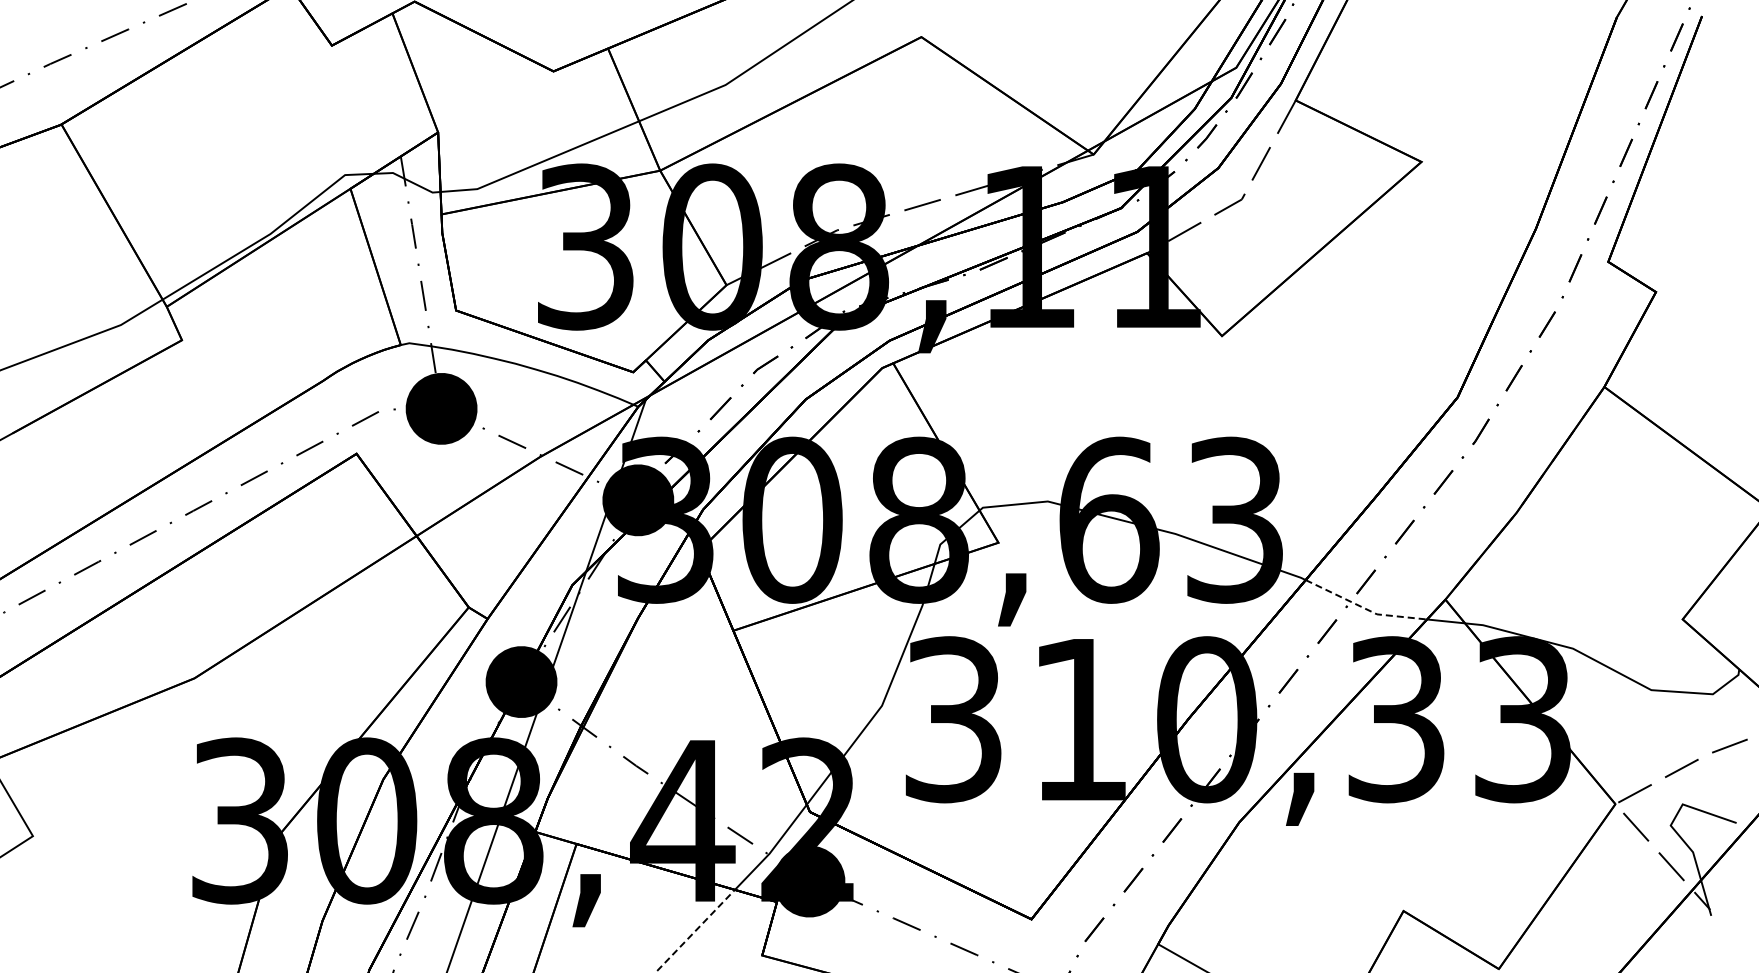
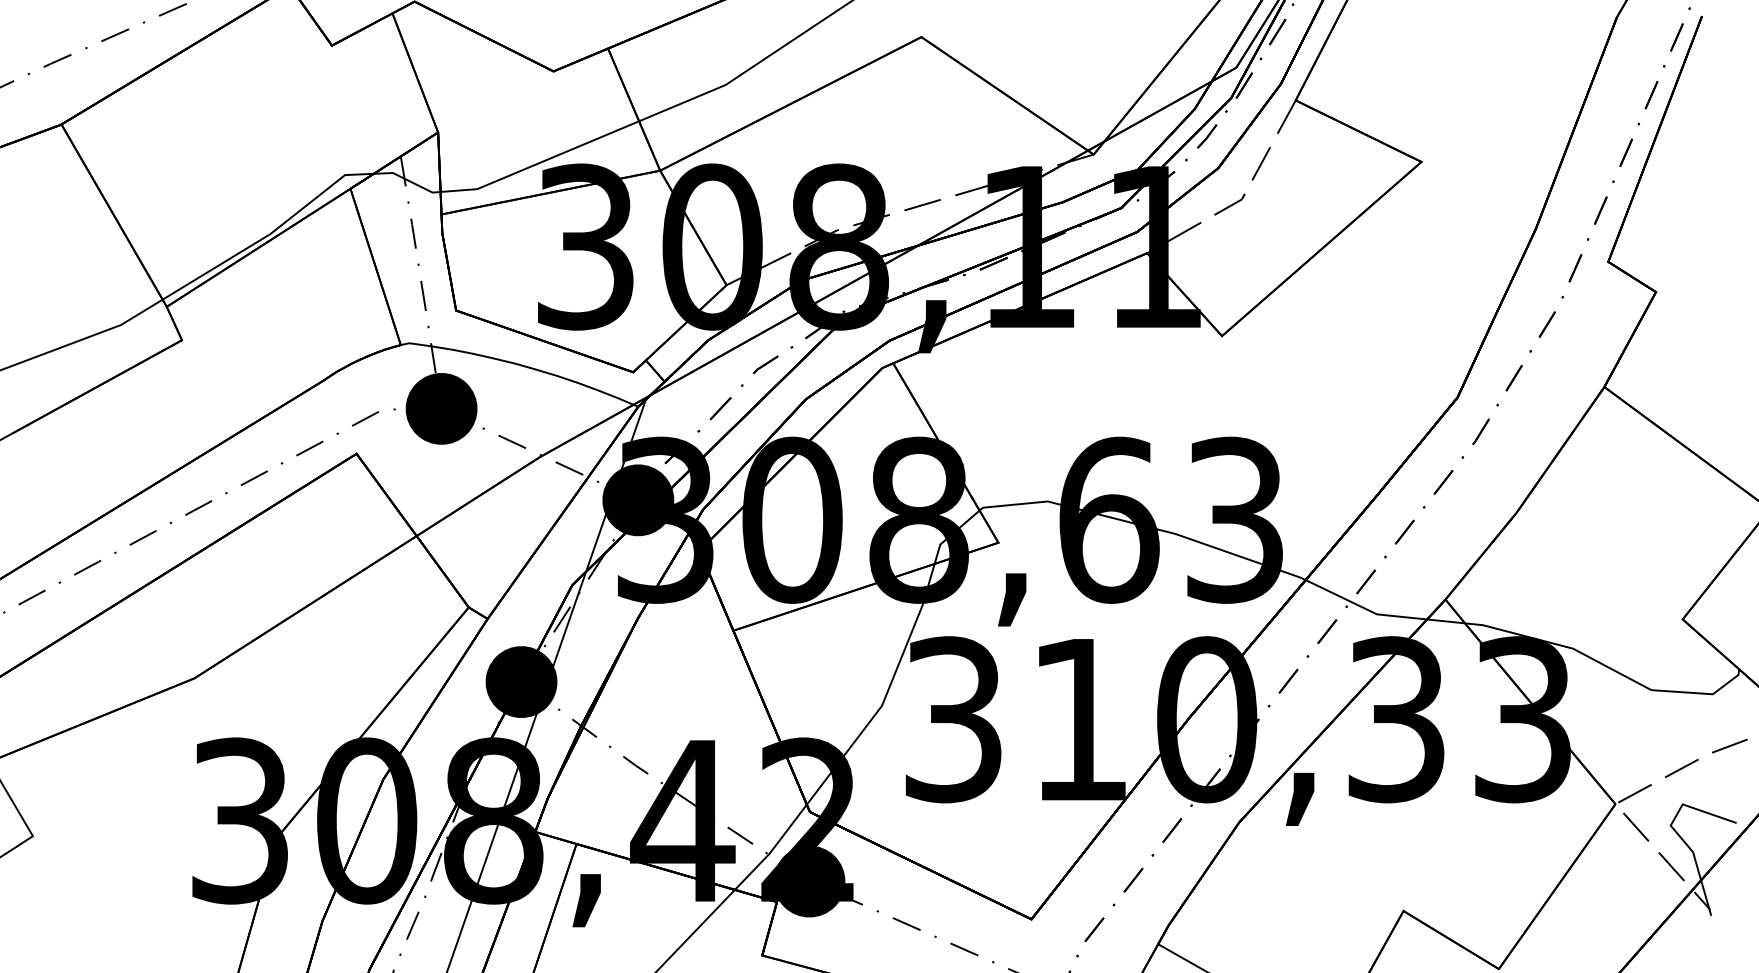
line at (1364, 608): dashed -> solid
line at (695, 930): dashed -> solid
